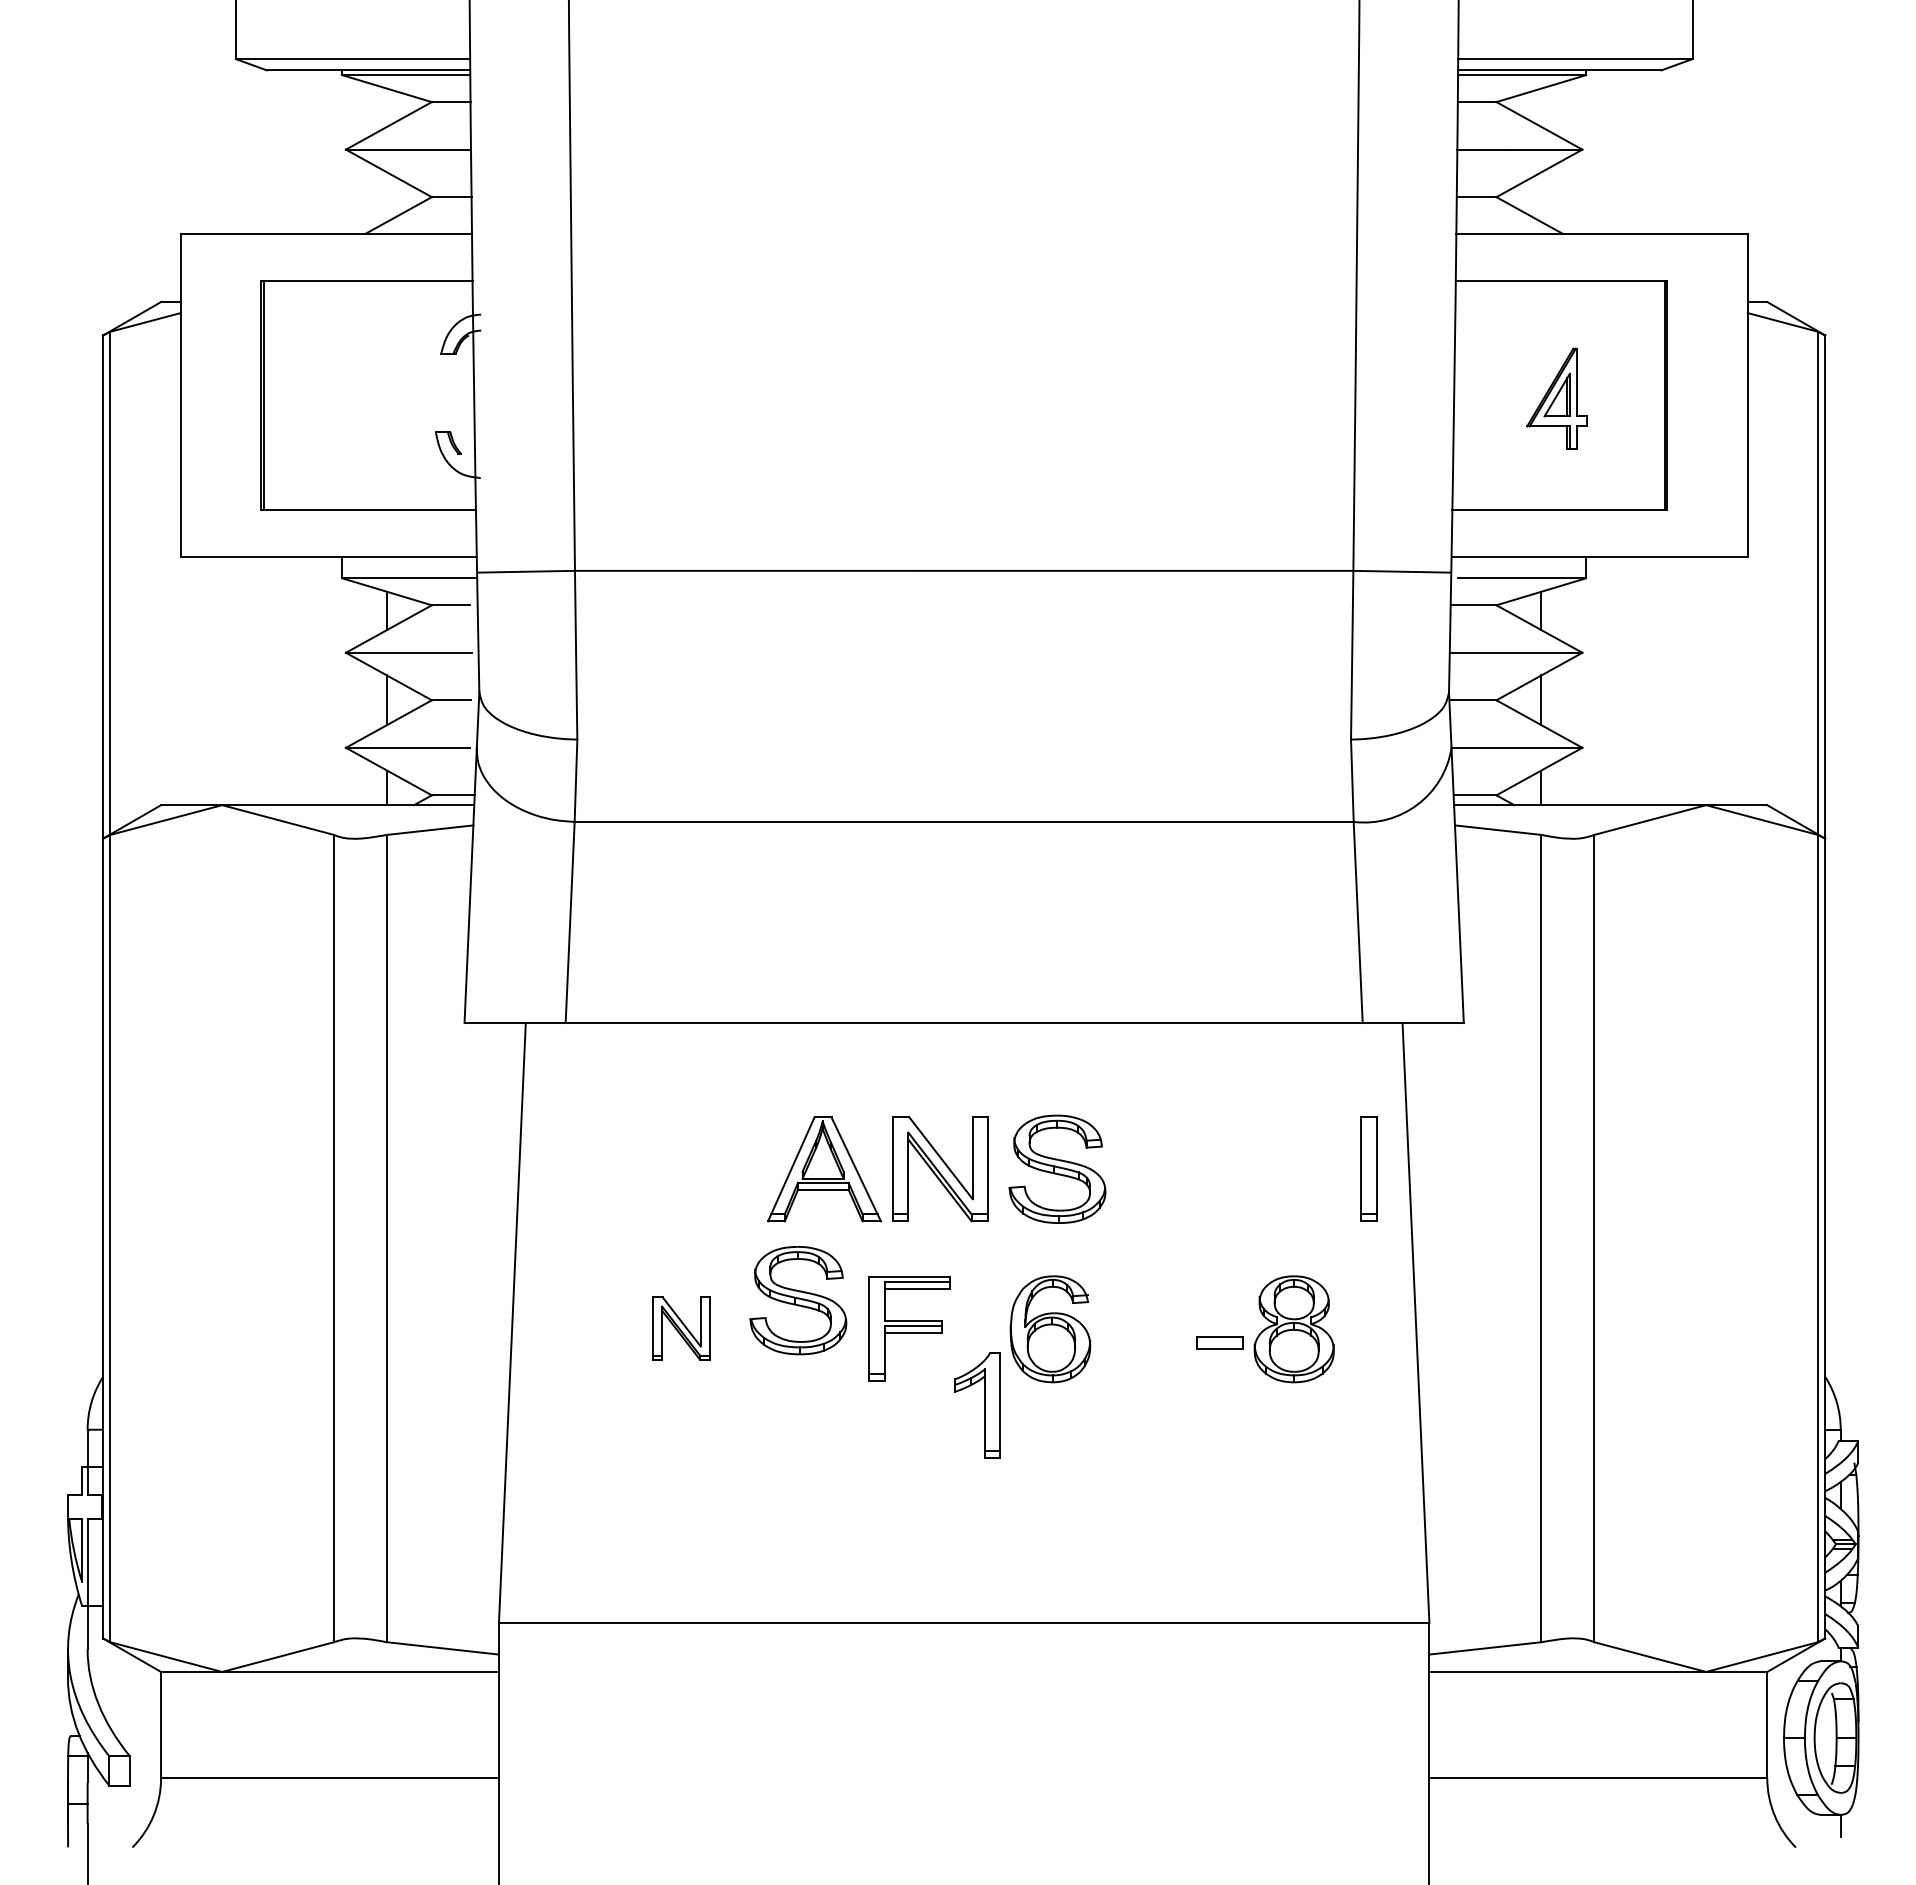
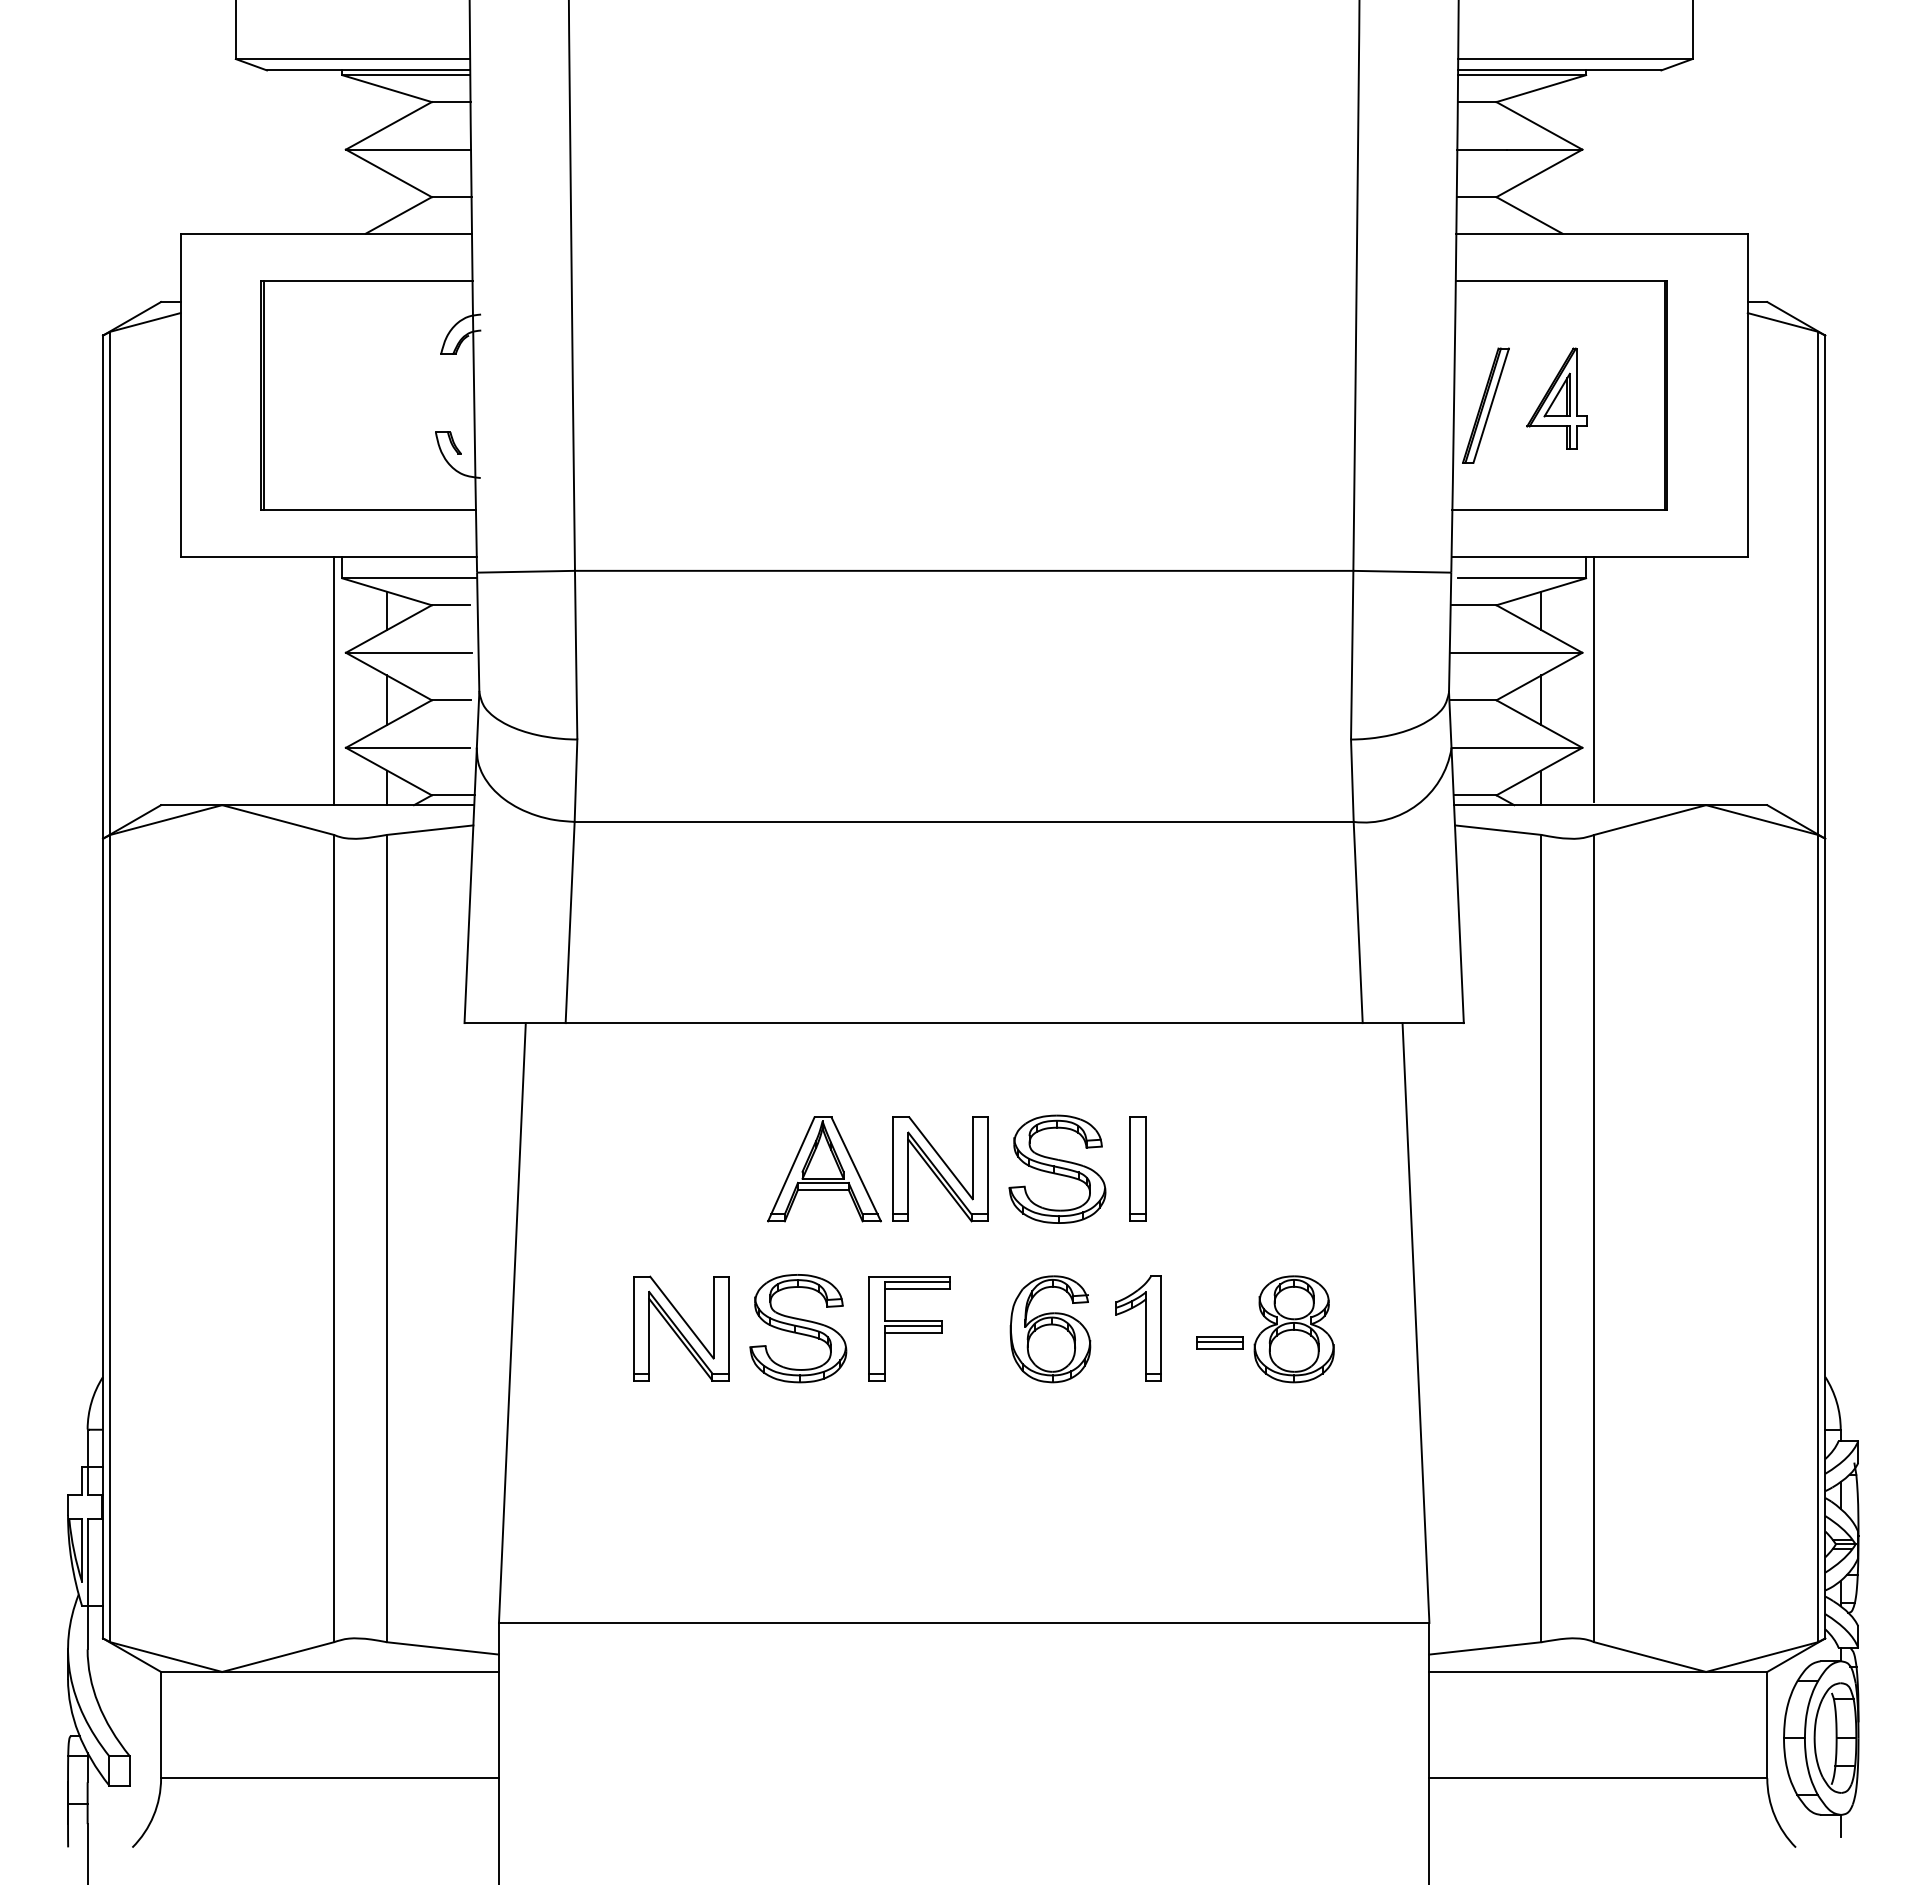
part at (1485, 405): none -> present
line at (1594, 679): none -> present
line at (333, 681): none -> present
part at (1368, 1168) position: (1368, 1168) -> (1137, 1168)
part at (798, 1300) position: (798, 1300) -> (798, 1328)
part at (681, 1328) size: 59x65 px -> 97x107 px
line at (1219, 1342): none -> present
part at (984, 1405) position: (984, 1405) -> (1145, 1328)
